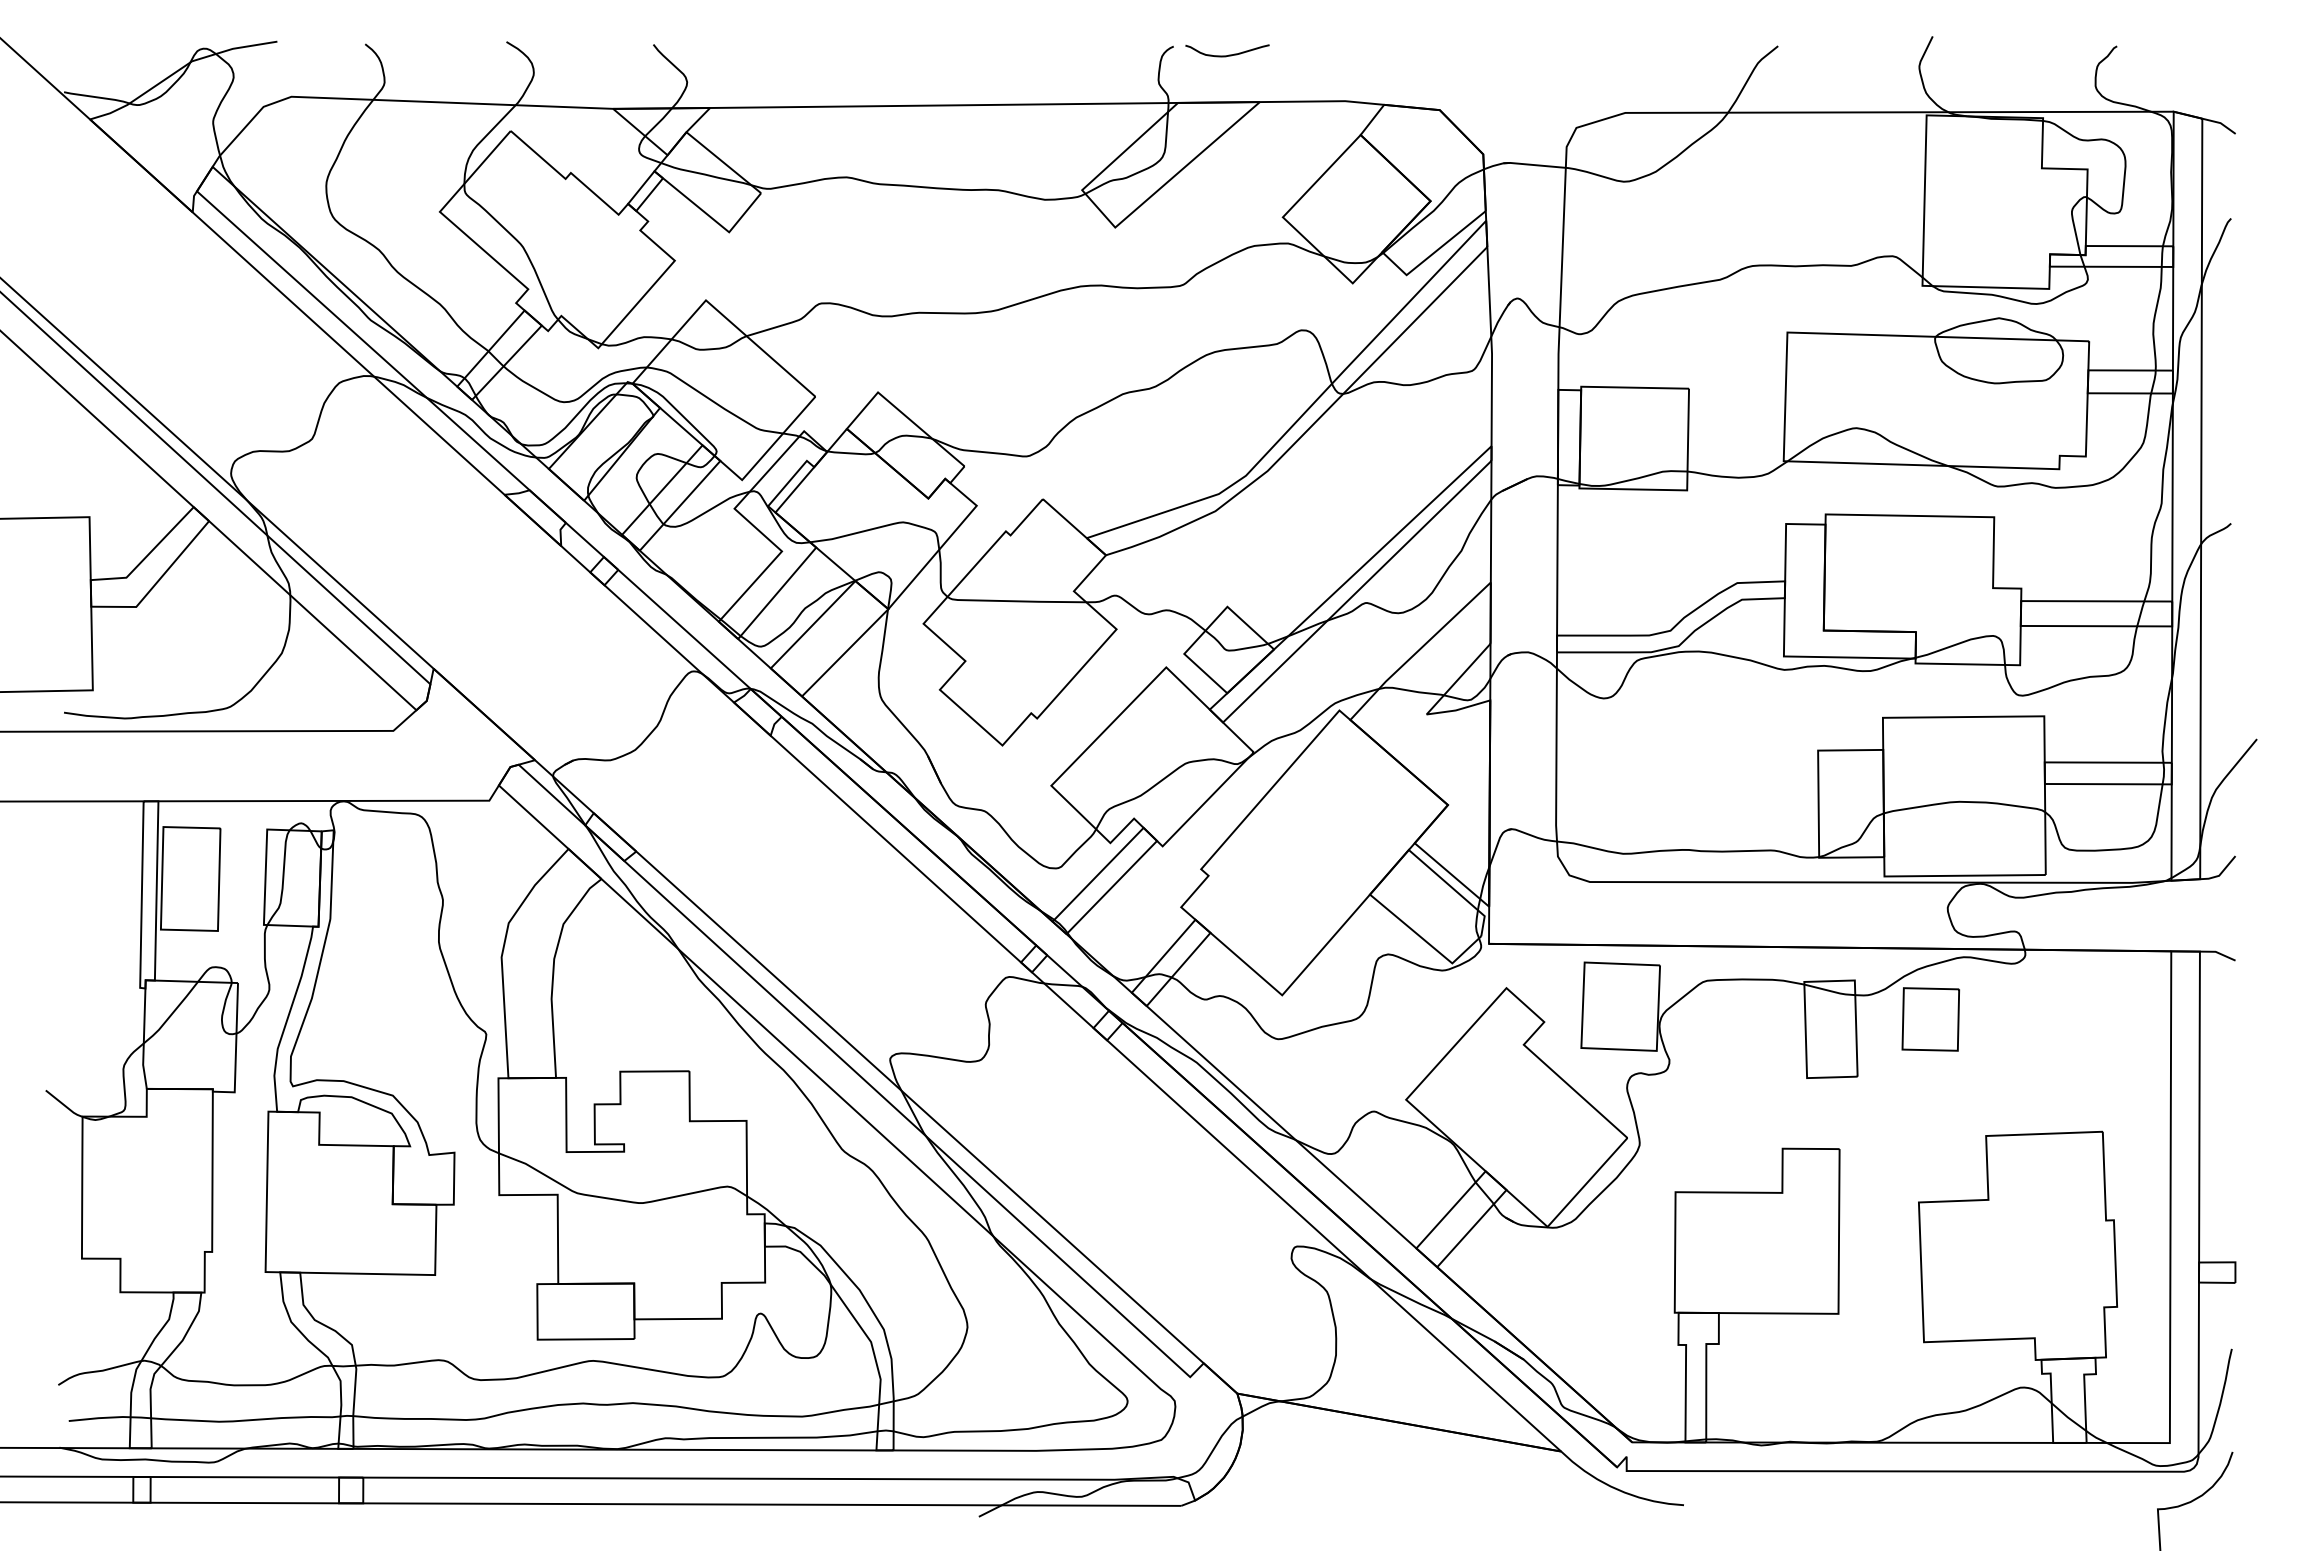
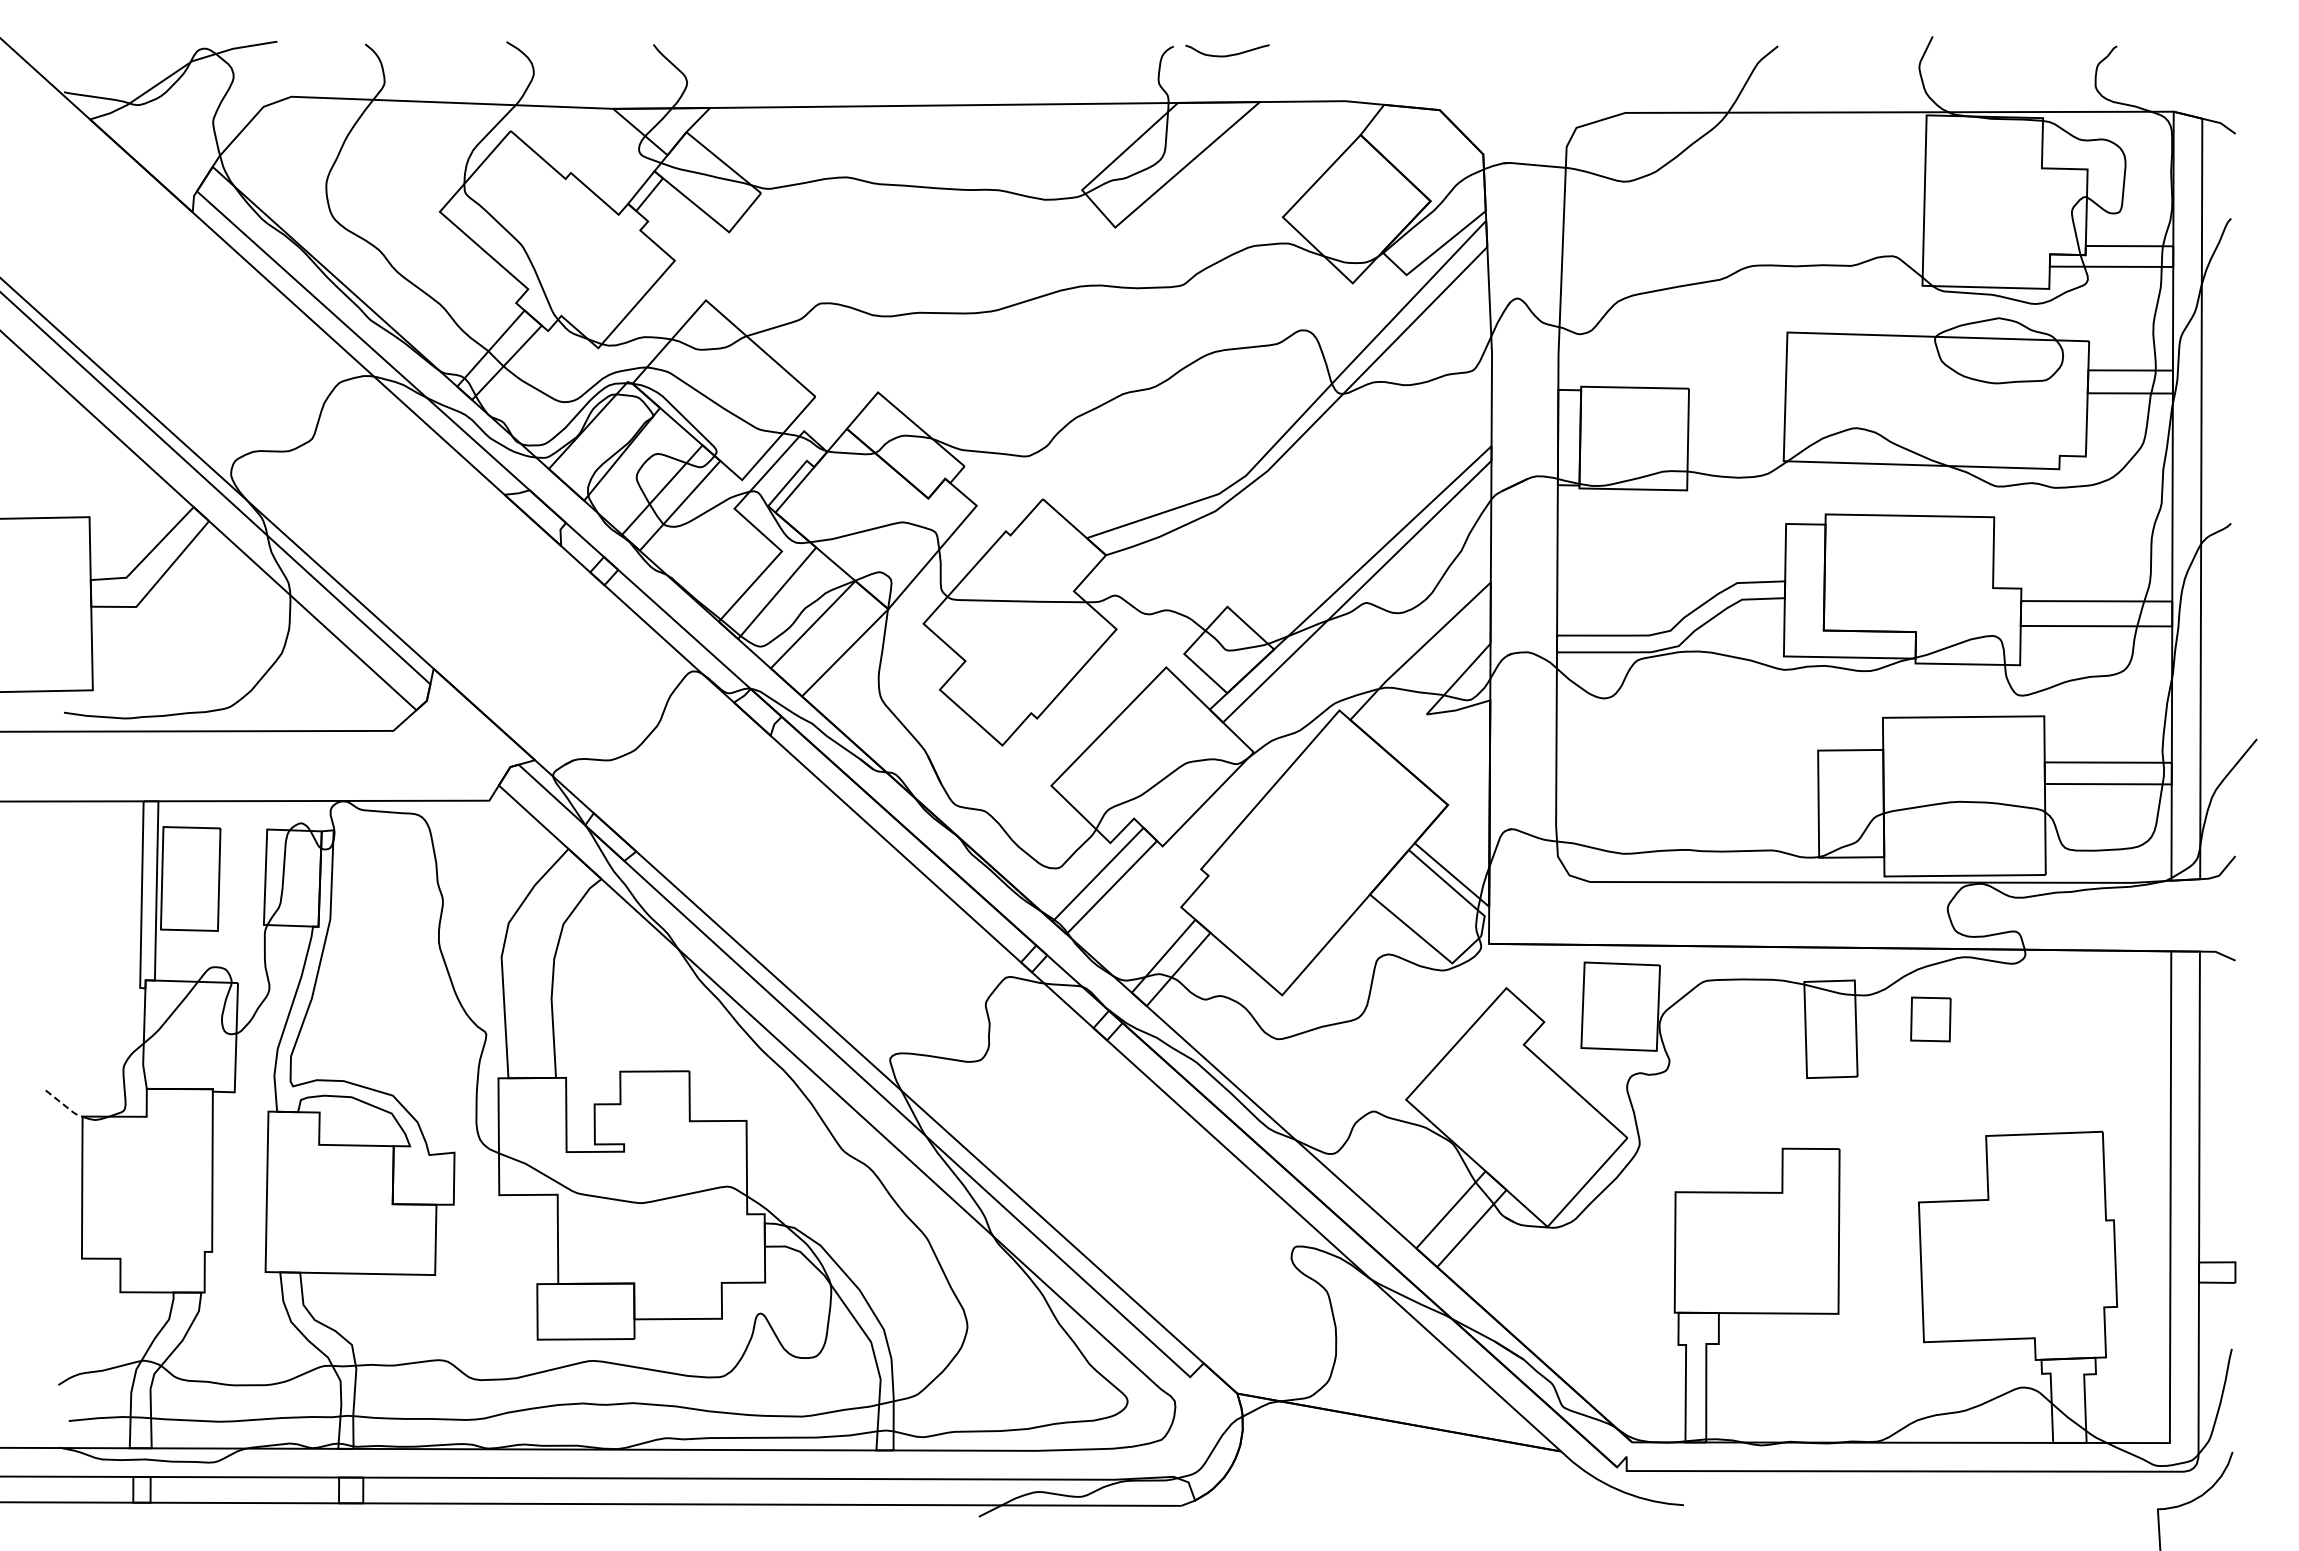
part at (1930, 1019) size: 60x65 px -> 42x47 px
line at (65, 1105): solid -> dashed
